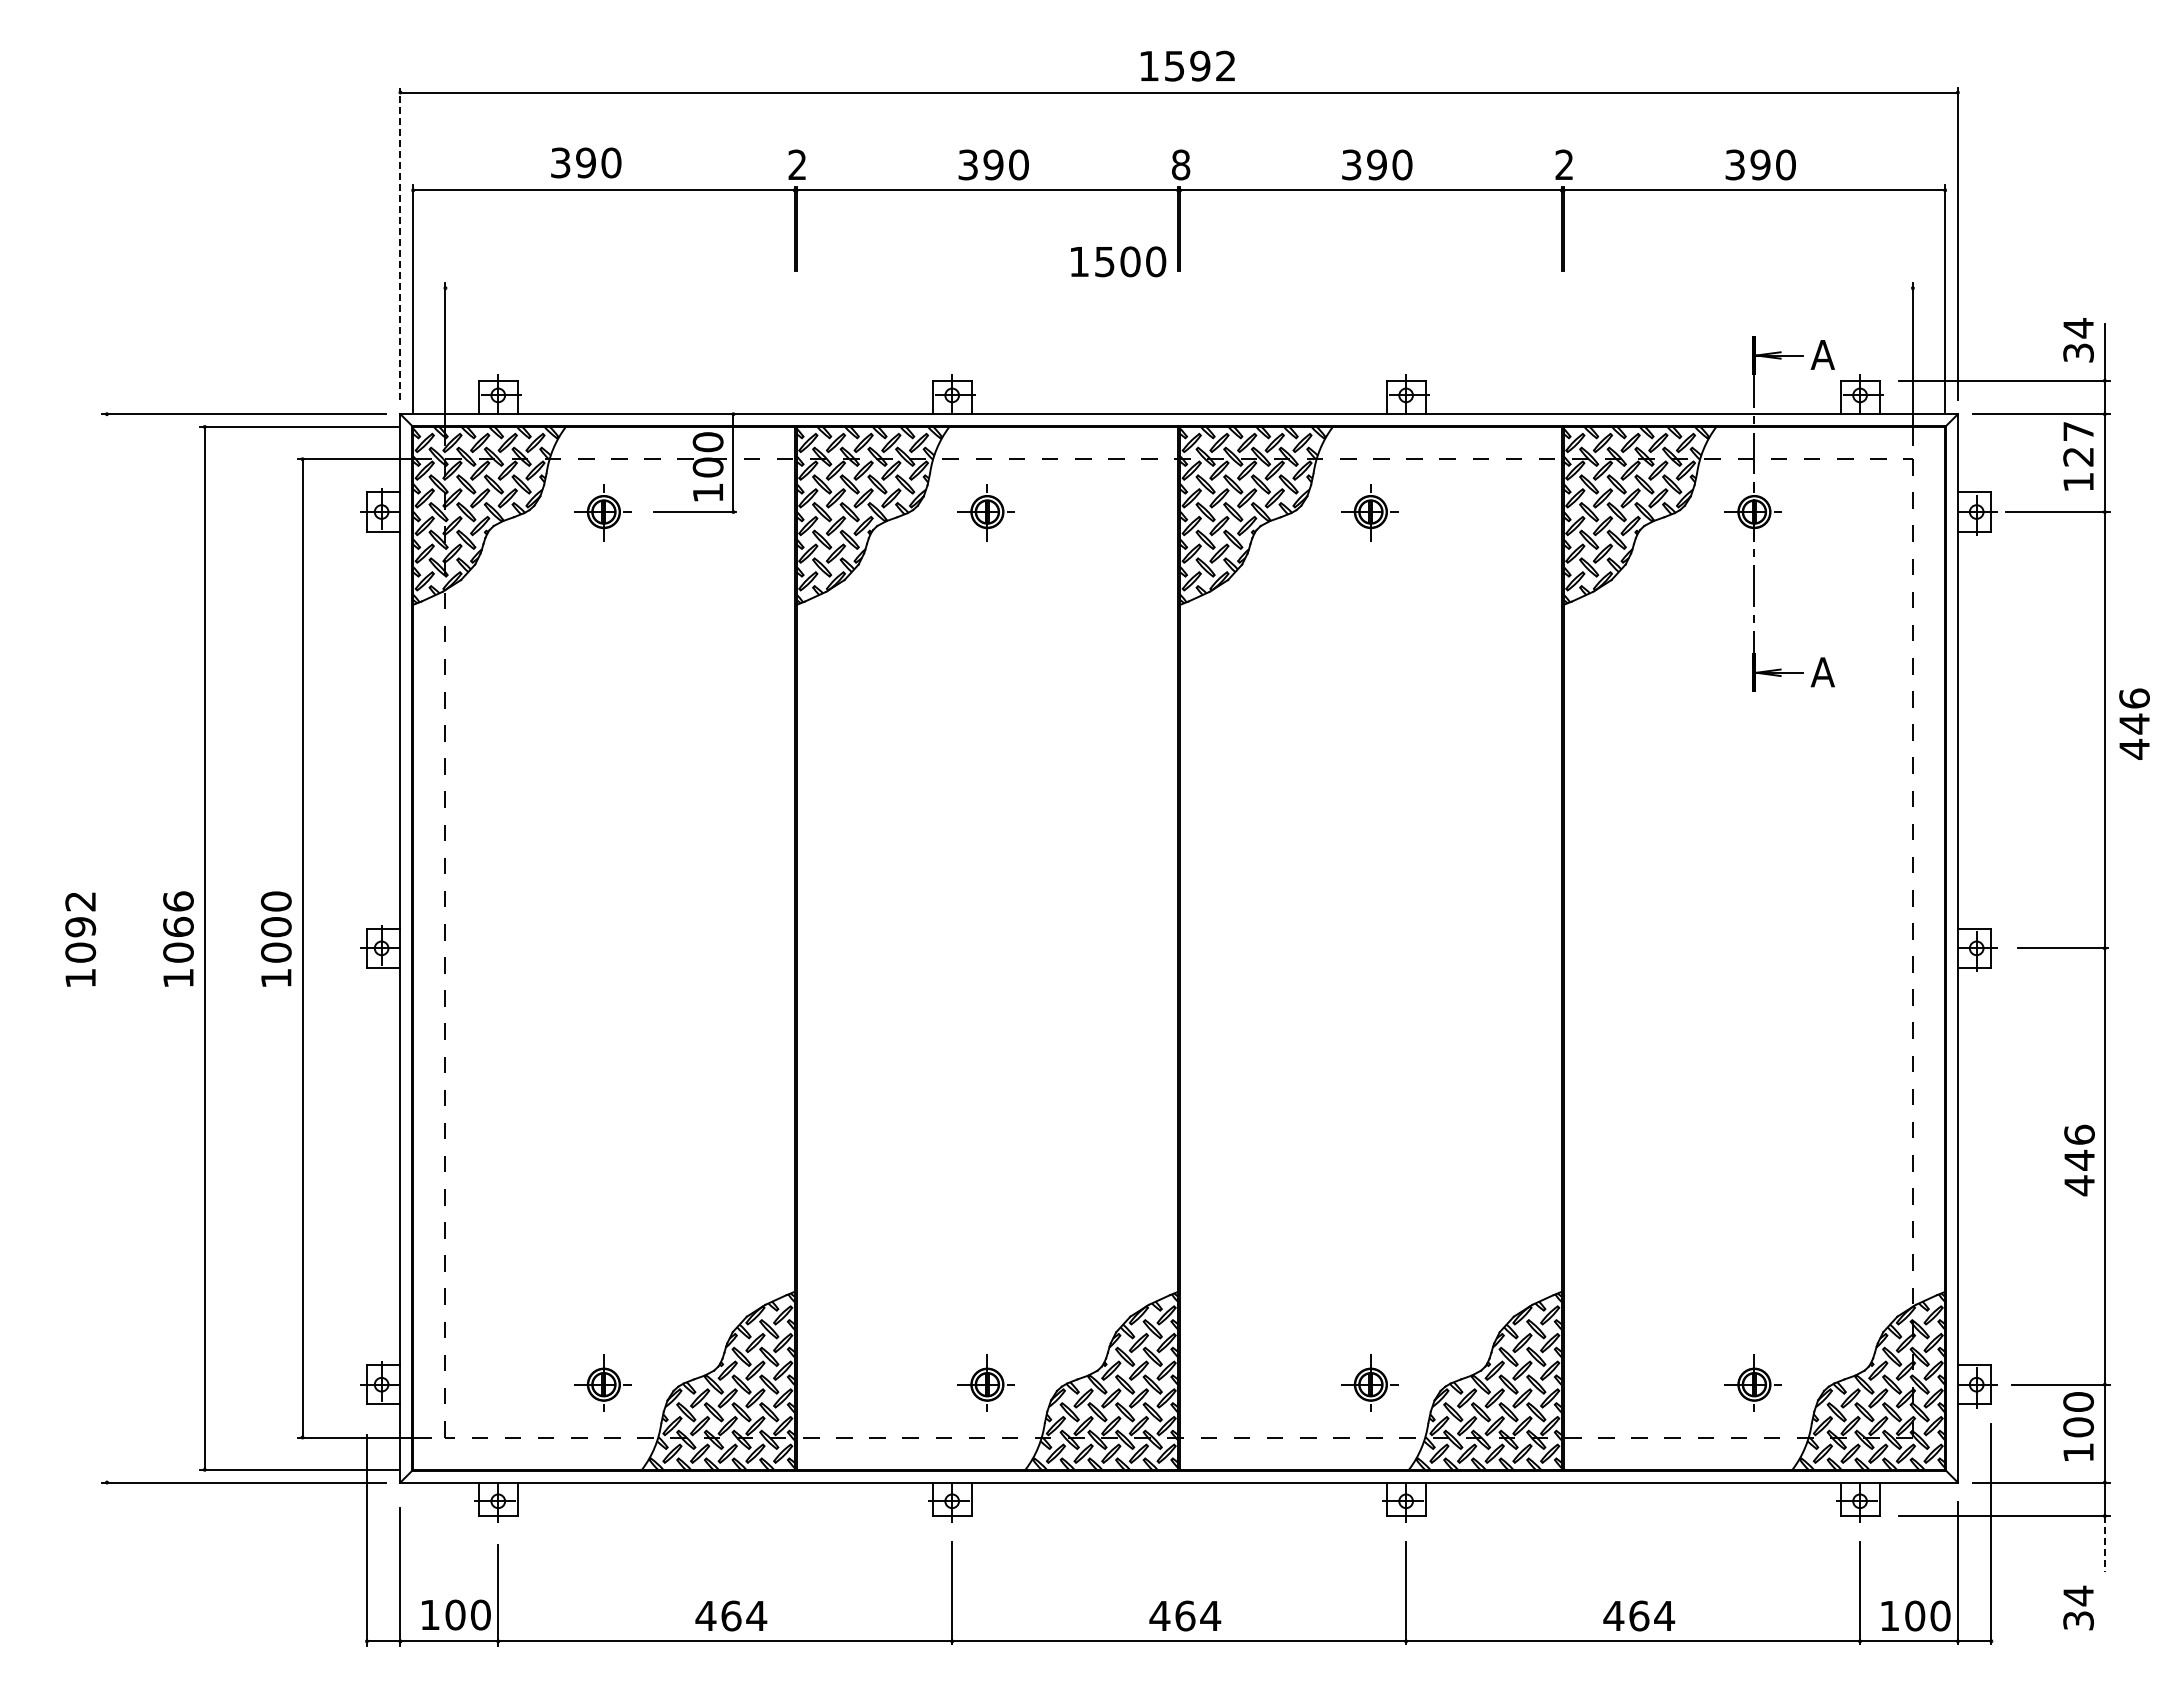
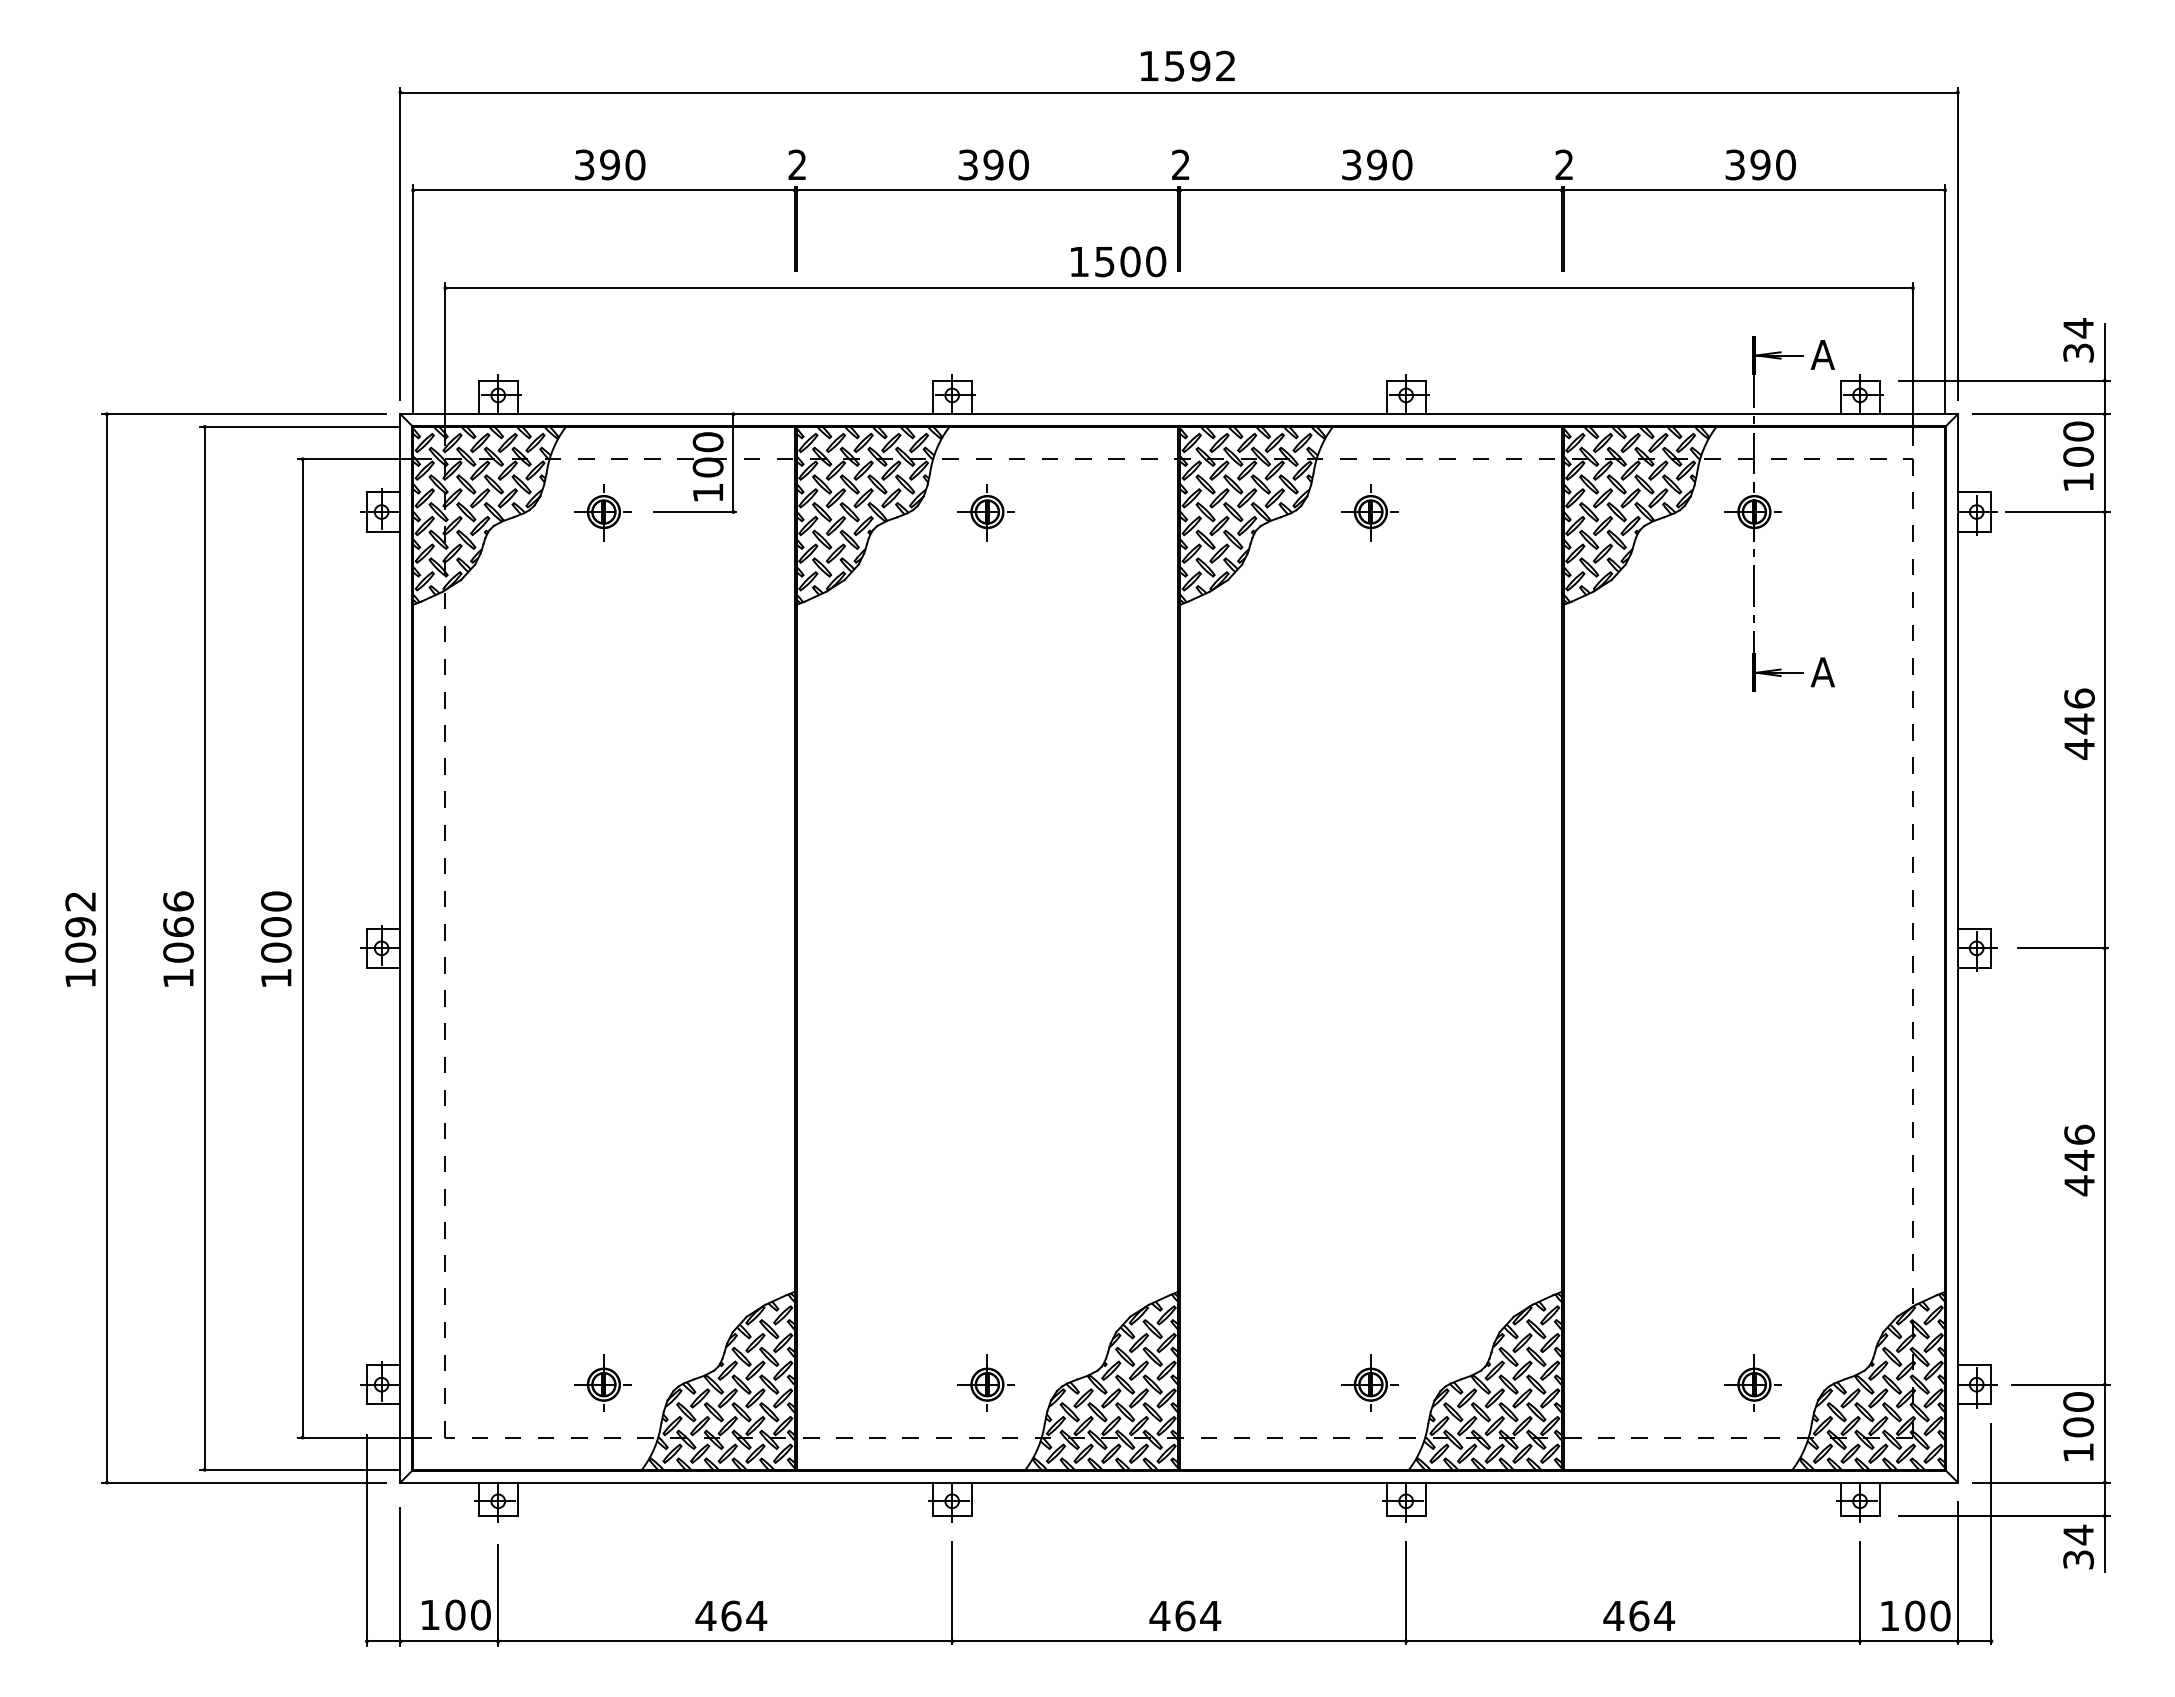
text at (586, 162) position: (586, 162) -> (610, 164)
text at (1181, 164): 8 -> 2
line at (400, 243): dashed -> solid
line at (1178, 288): none -> present
text at (2078, 443): 127 -> 100
text at (2134, 723) position: (2134, 723) -> (2079, 723)
line at (106, 948): none -> present
line at (2104, 1544): dashed -> solid
text at (2078, 1607) position: (2078, 1607) -> (2078, 1546)
